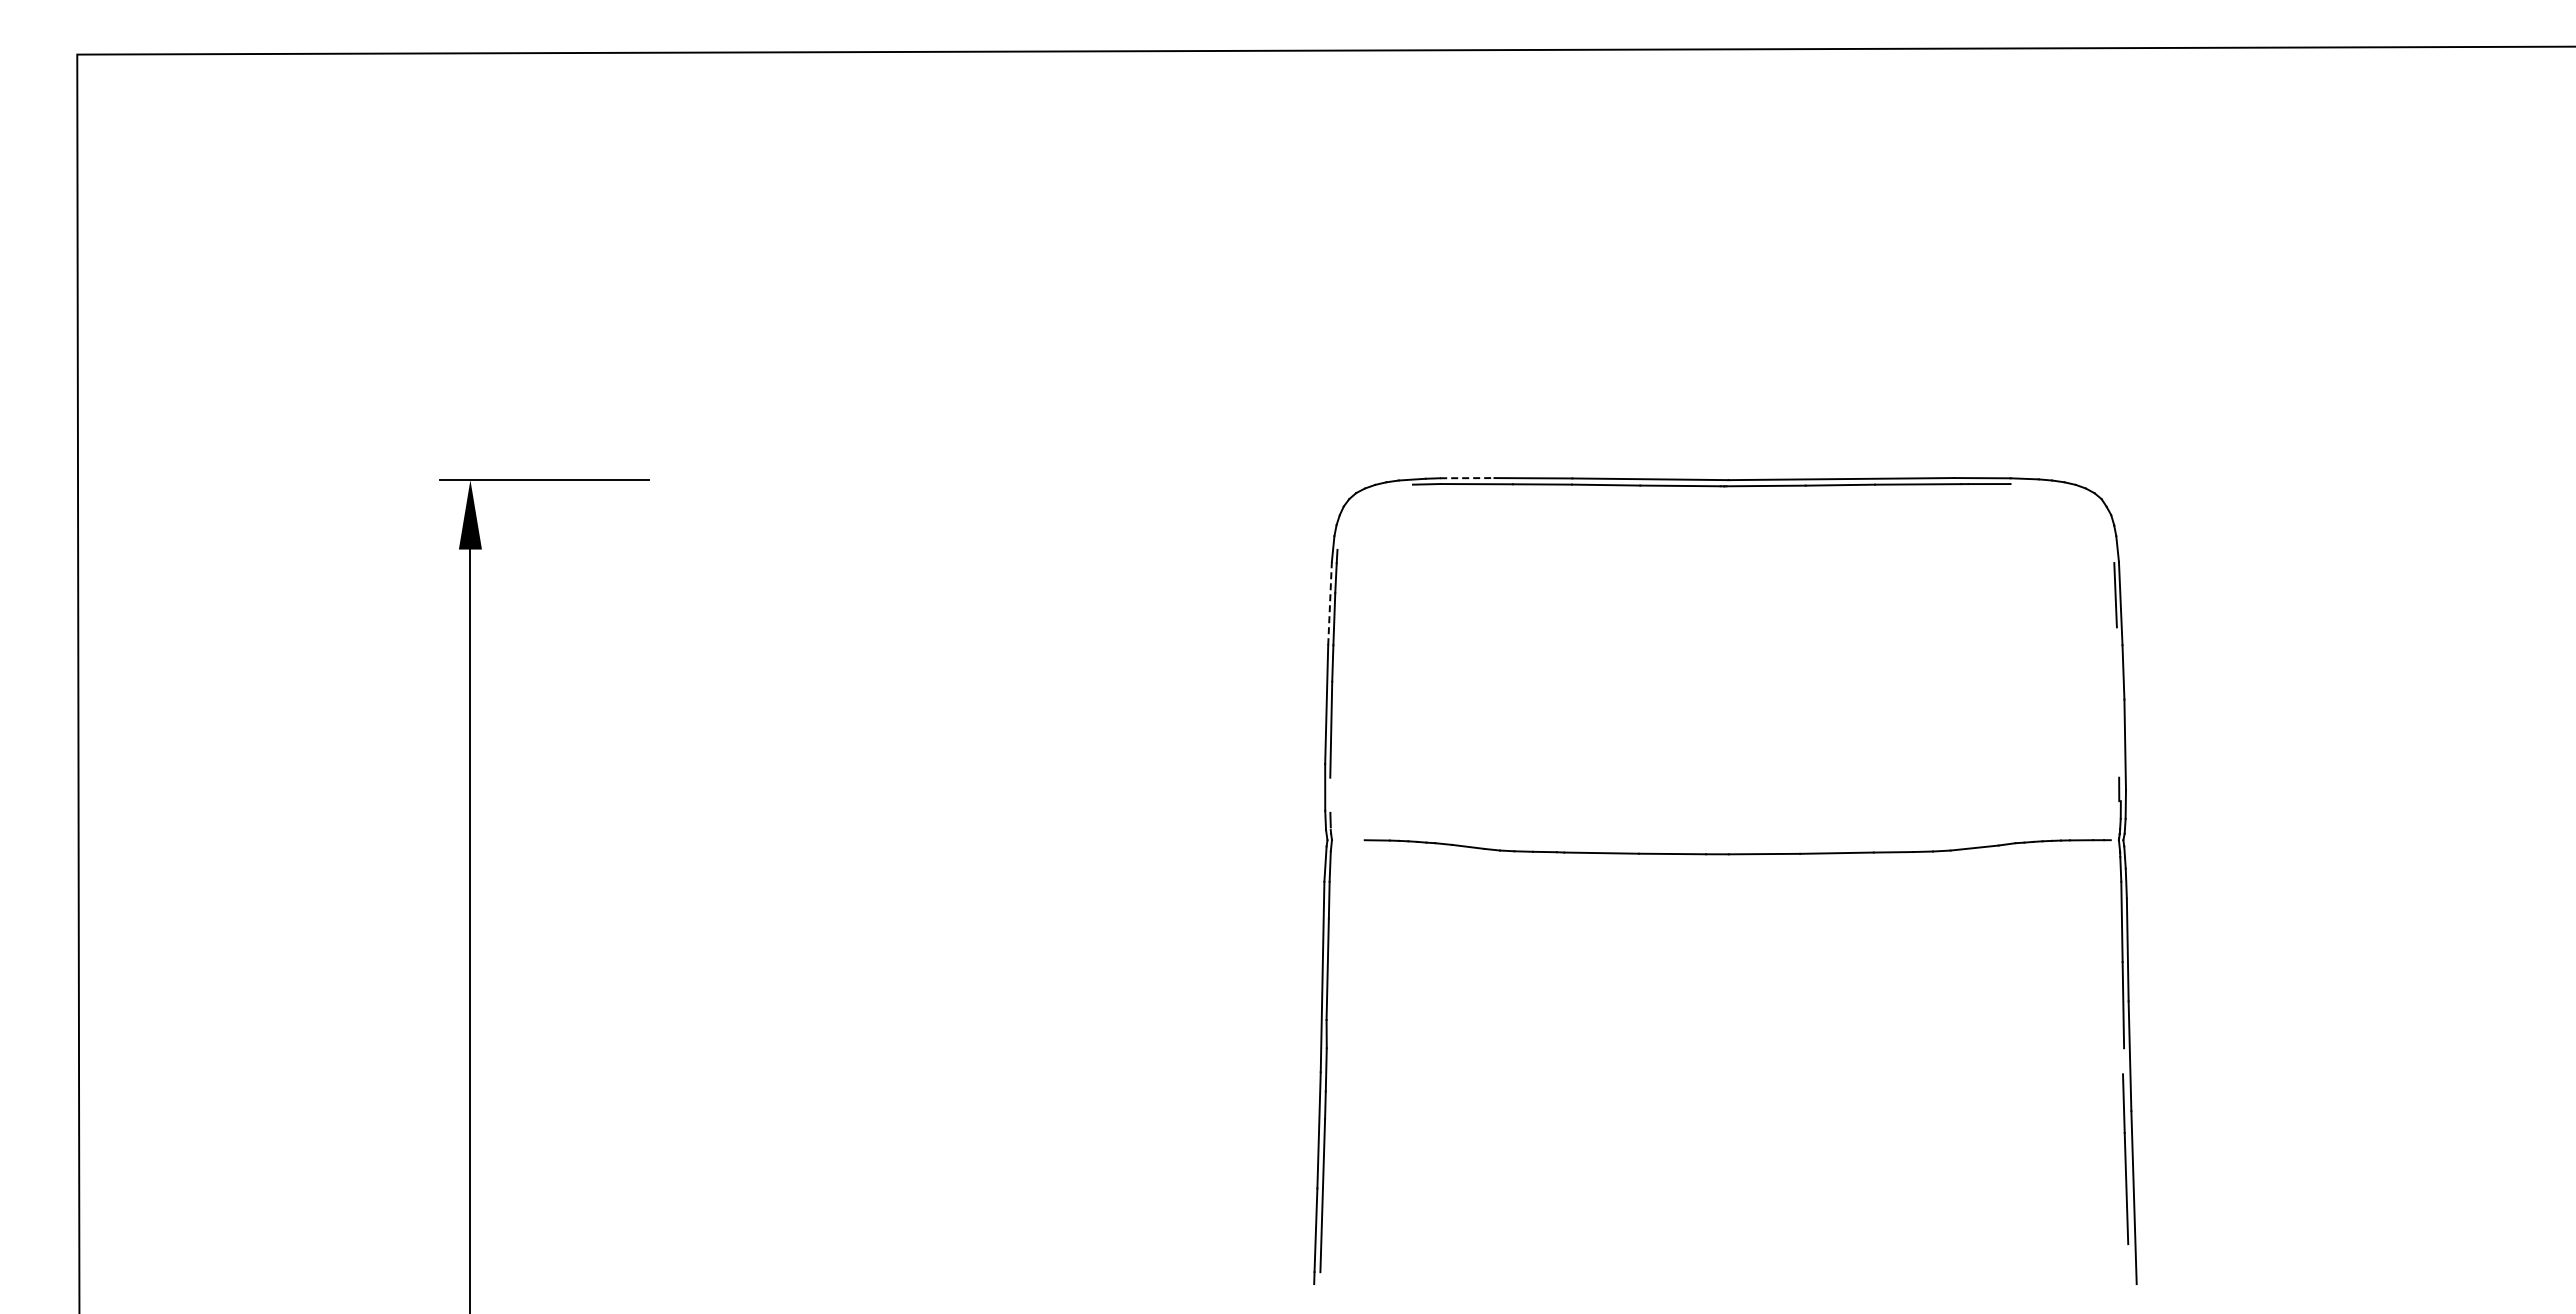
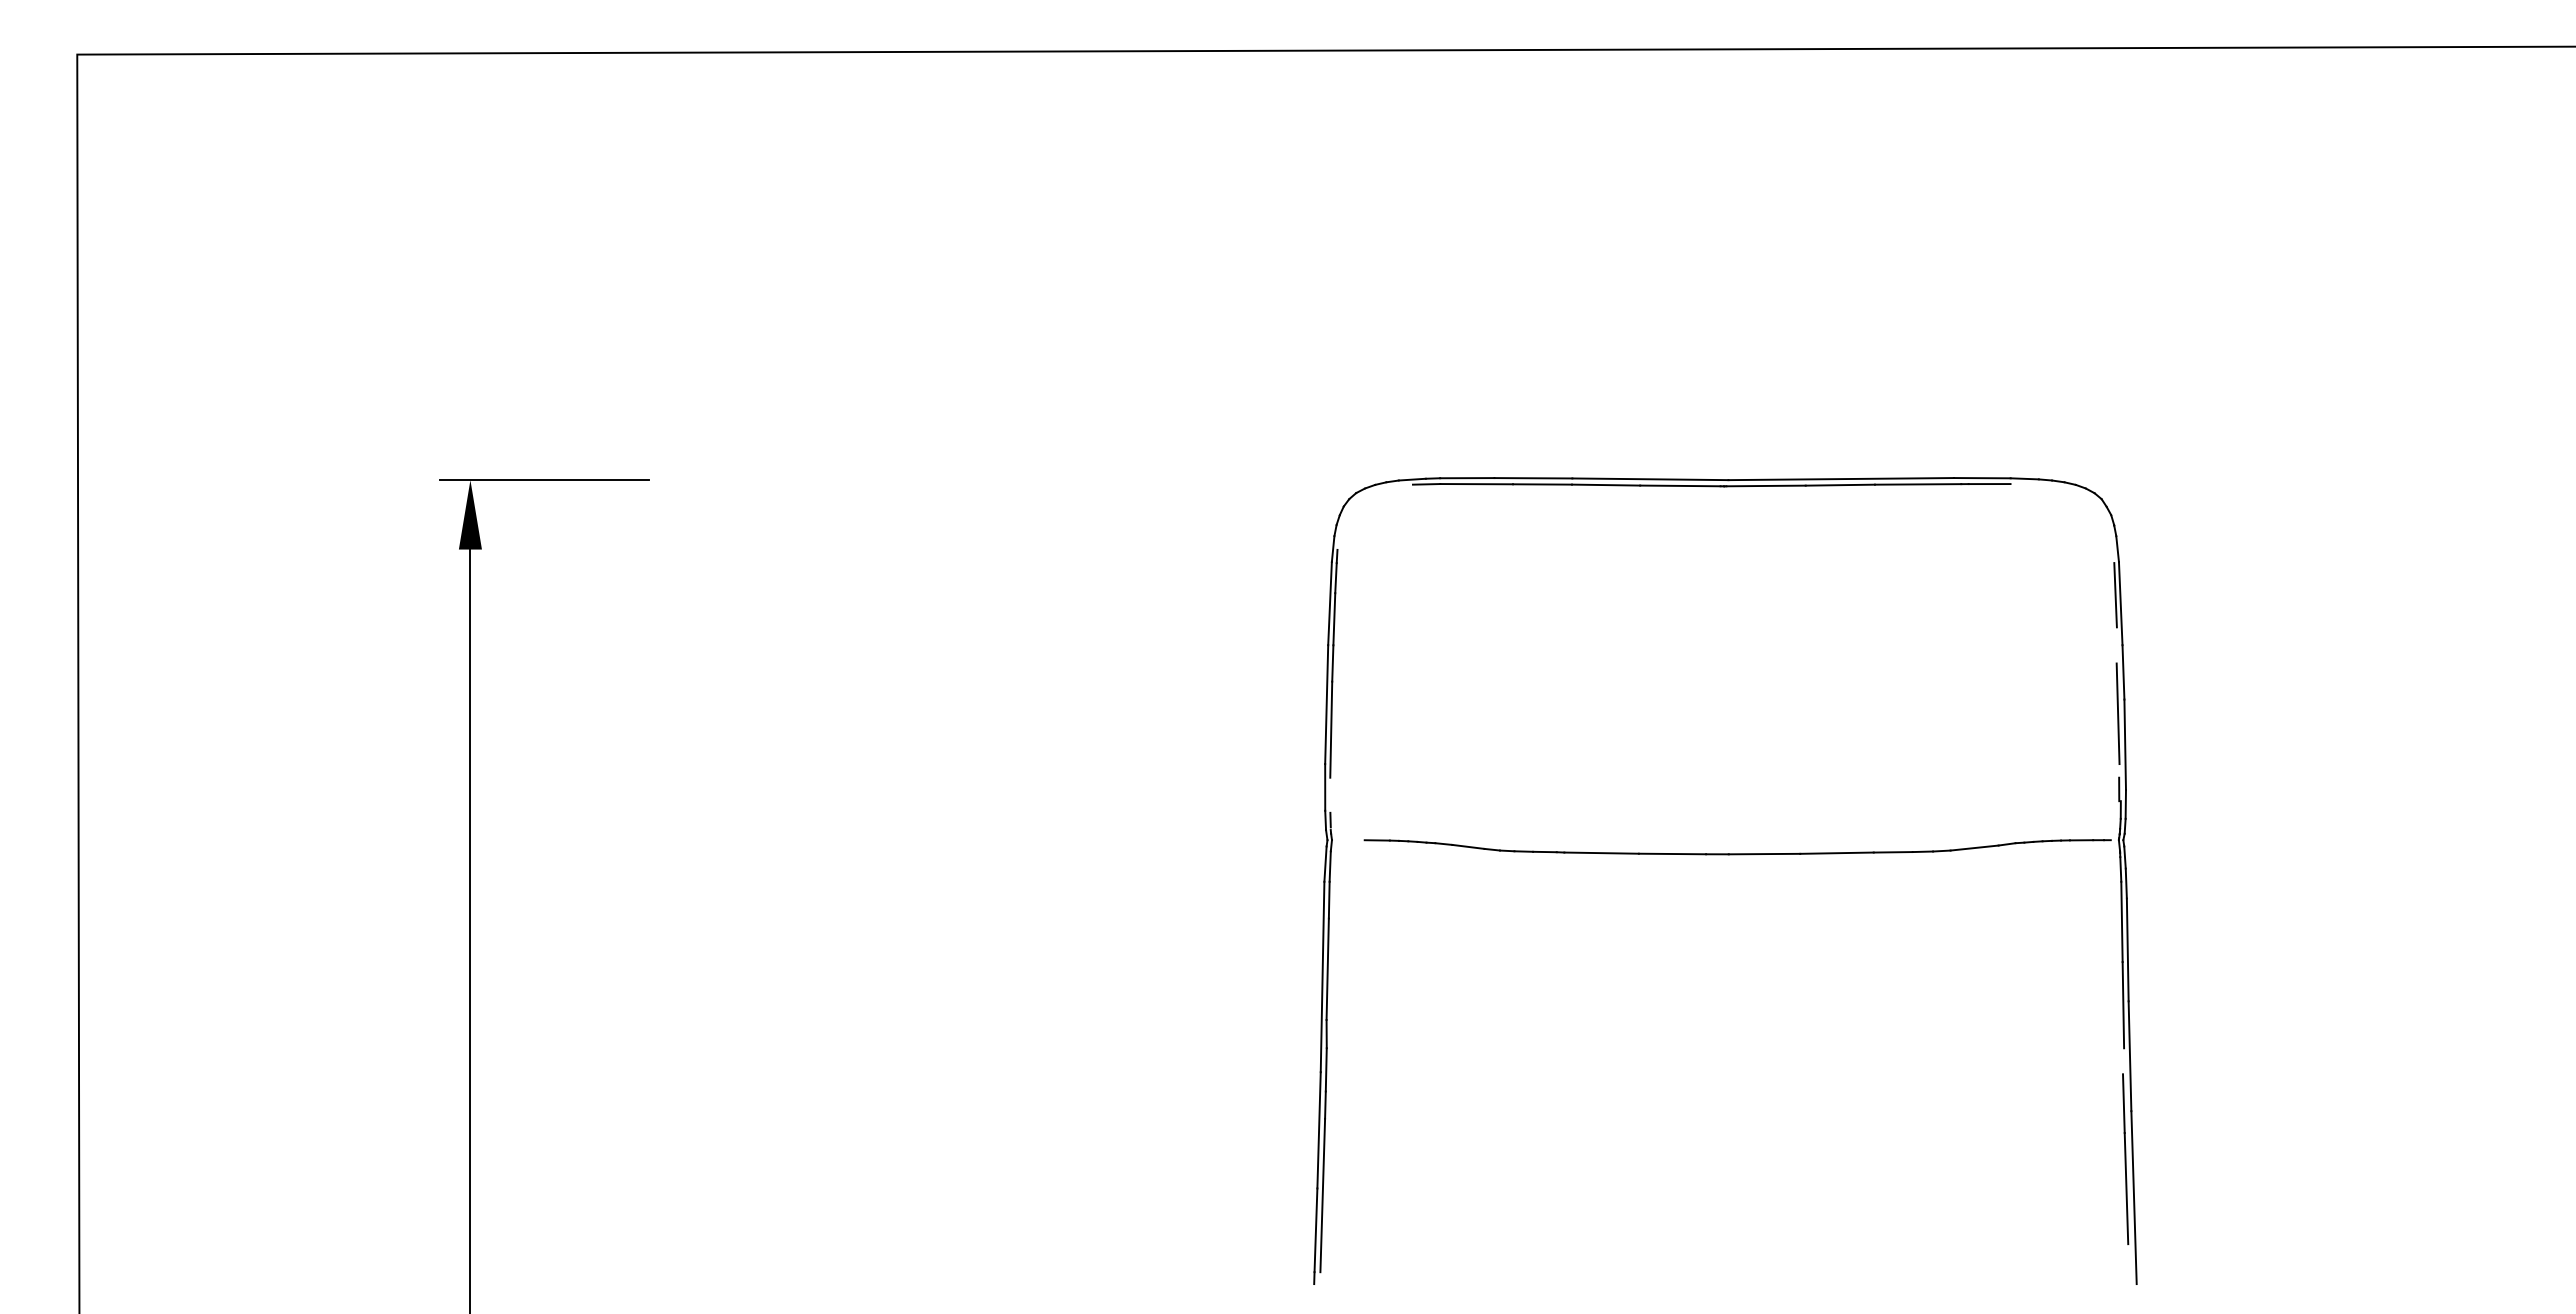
line at (1467, 478): dashed -> solid
line at (1330, 603): dashed -> solid
line at (2117, 713): none -> present
